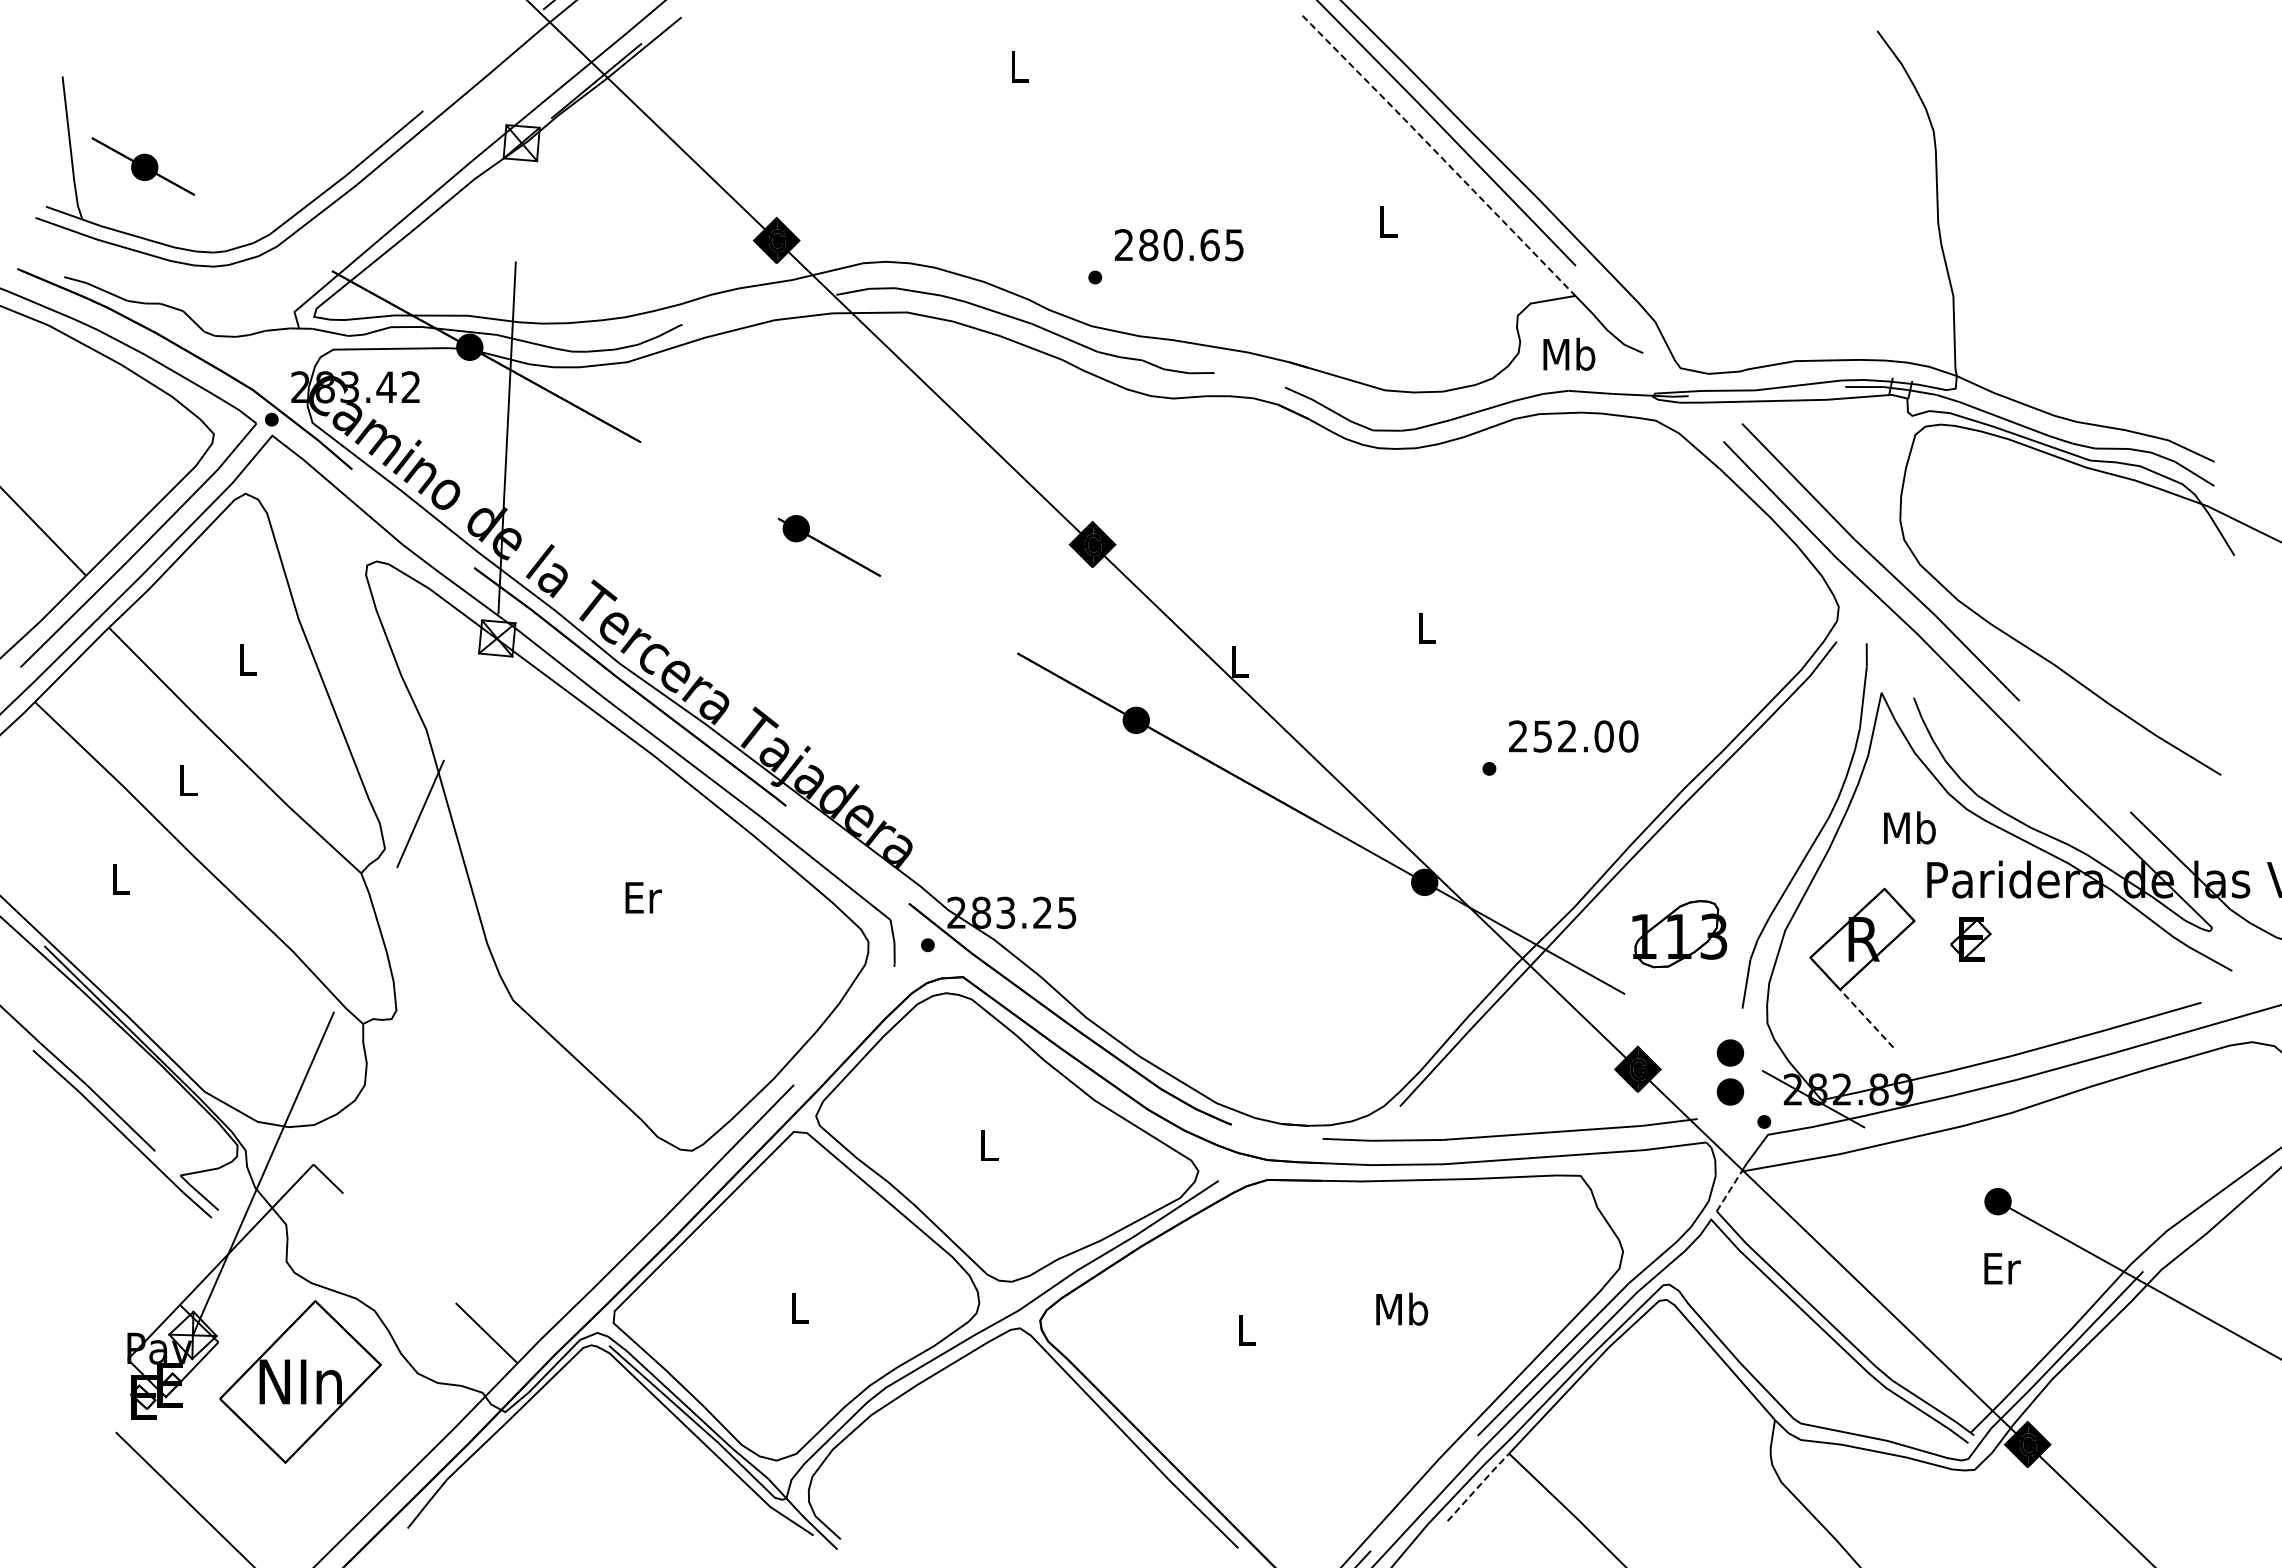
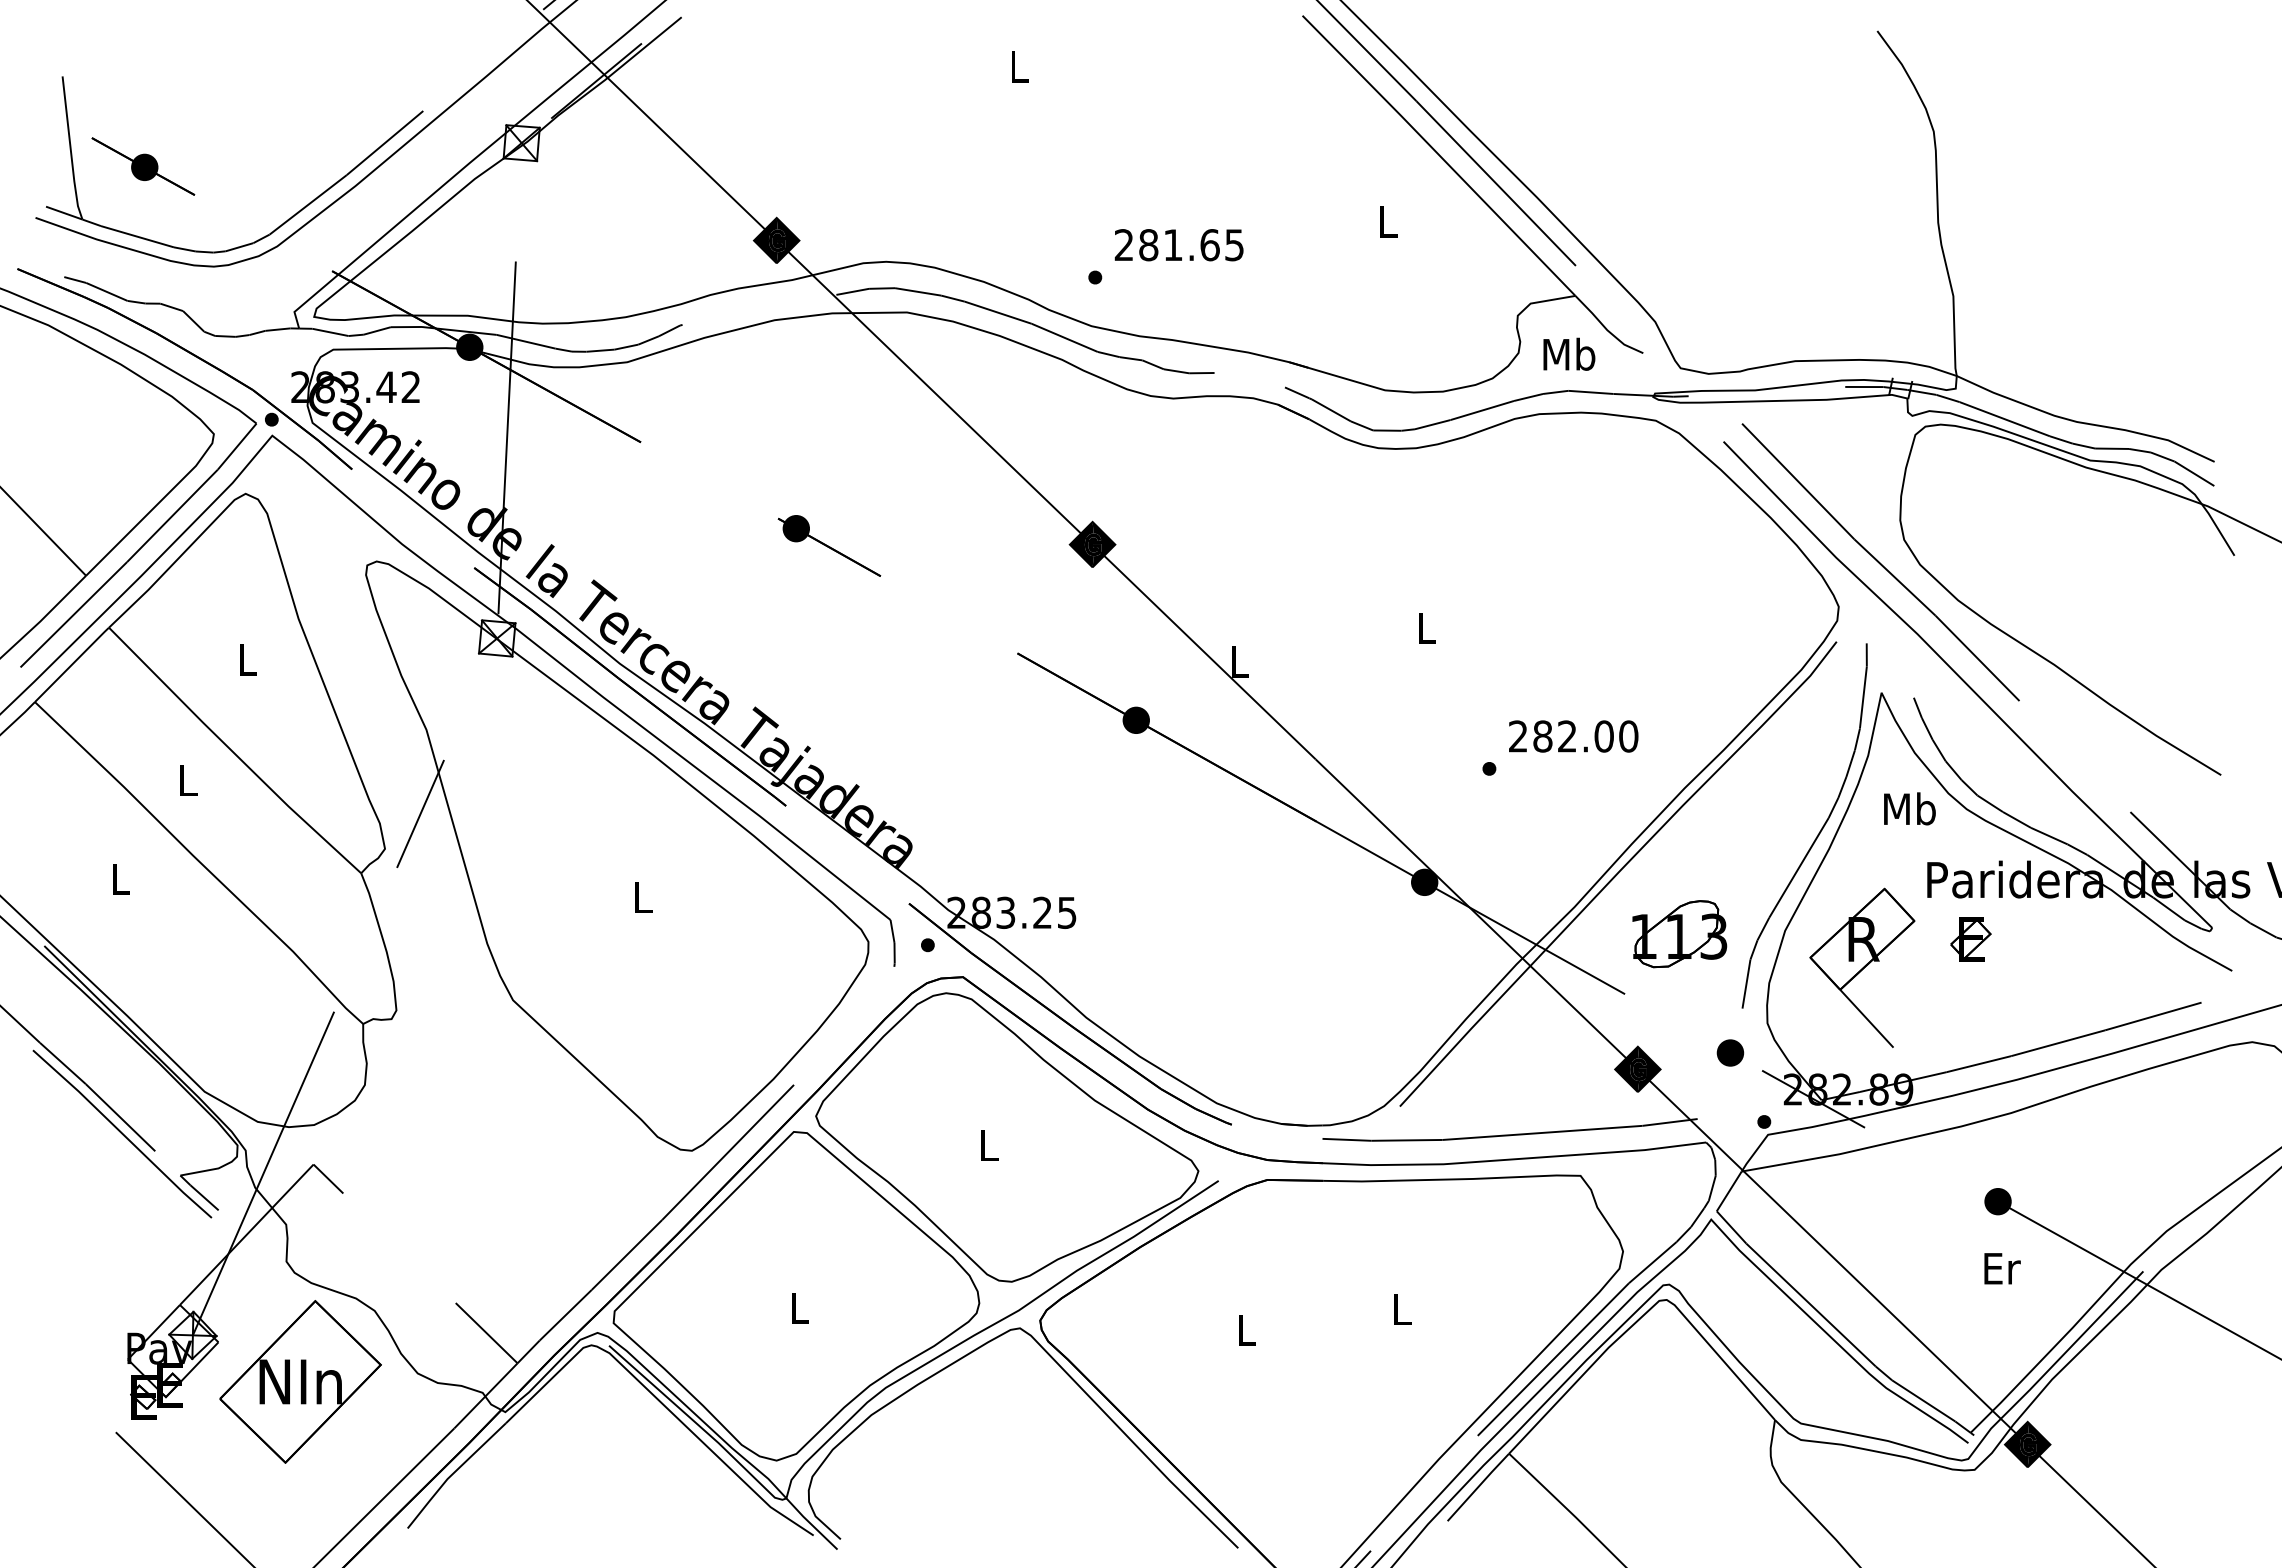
line at (1439, 155): dashed -> solid
text at (1172, 245): 280.65 -> 281.65
text at (1542, 736): 252.00 -> 282.00
text at (1909, 827) position: (1909, 827) -> (1909, 808)
text at (643, 897): Er -> L
line at (1866, 1018): dashed -> solid
part at (1730, 1091): present -> none
line at (1729, 1191): dashed -> solid
text at (1402, 1308): Mb -> L
line at (1478, 1486): dashed -> solid
